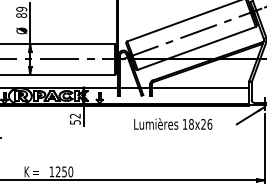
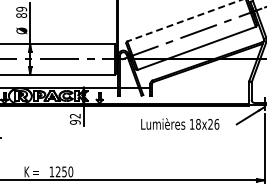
line at (183, 20): solid -> dashed
line at (200, 87): present -> none
text at (74, 122): 52 -> 92
text at (173, 123) position: (173, 123) -> (180, 123)
